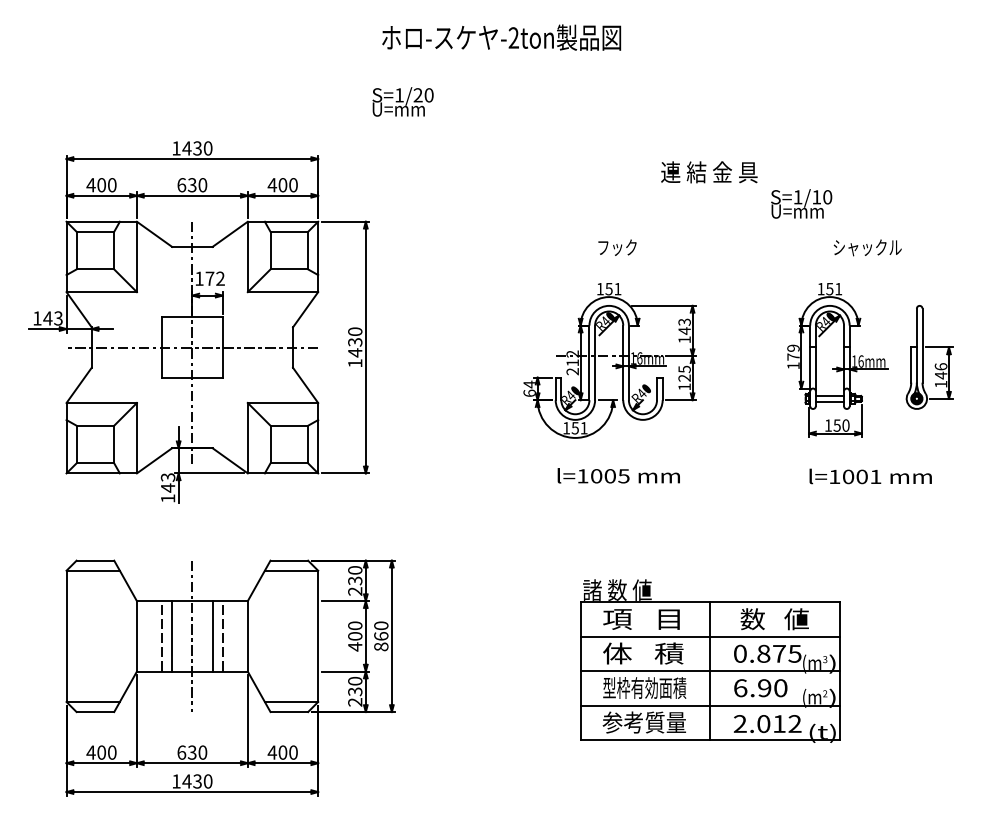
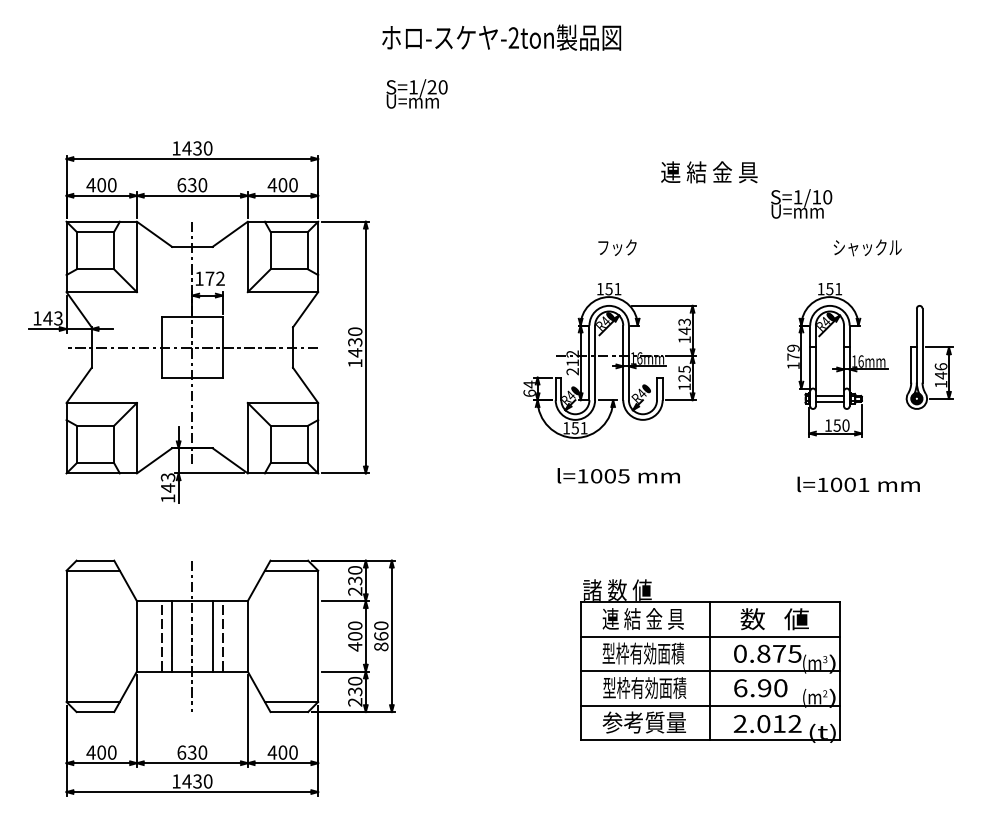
text at (402, 101) position: (402, 101) -> (416, 93)
text at (870, 476) position: (870, 476) -> (858, 484)
text at (642, 618): 項   目 -> 連 結 金 具
text at (643, 653): 体   積 -> 型枠有効面積
